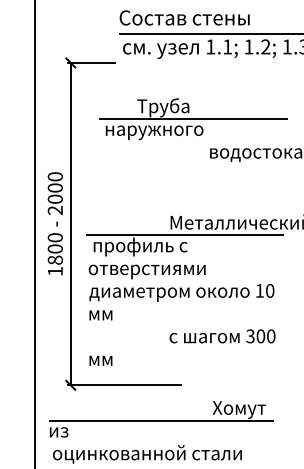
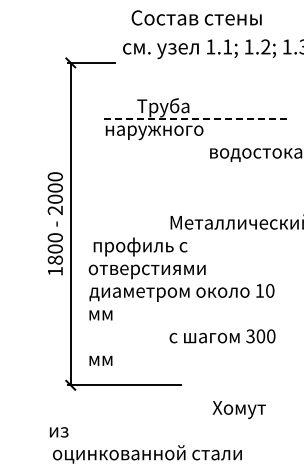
text at (184, 17) position: (184, 17) -> (196, 17)
line at (210, 33): present -> none
line at (193, 119): solid -> dashed
line at (34, 233): present -> none
line at (185, 235): present -> none
line at (161, 421): present -> none
